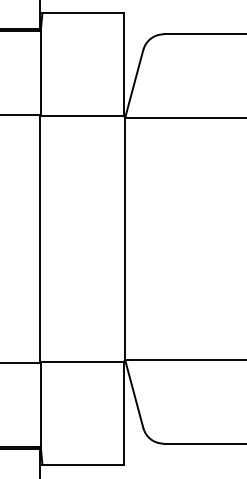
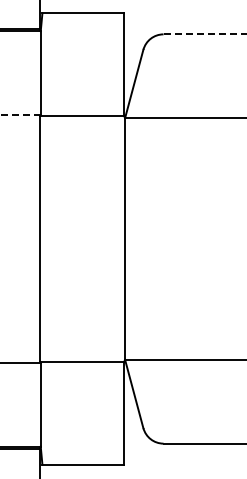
line at (205, 34): solid -> dashed
line at (20, 115): solid -> dashed
